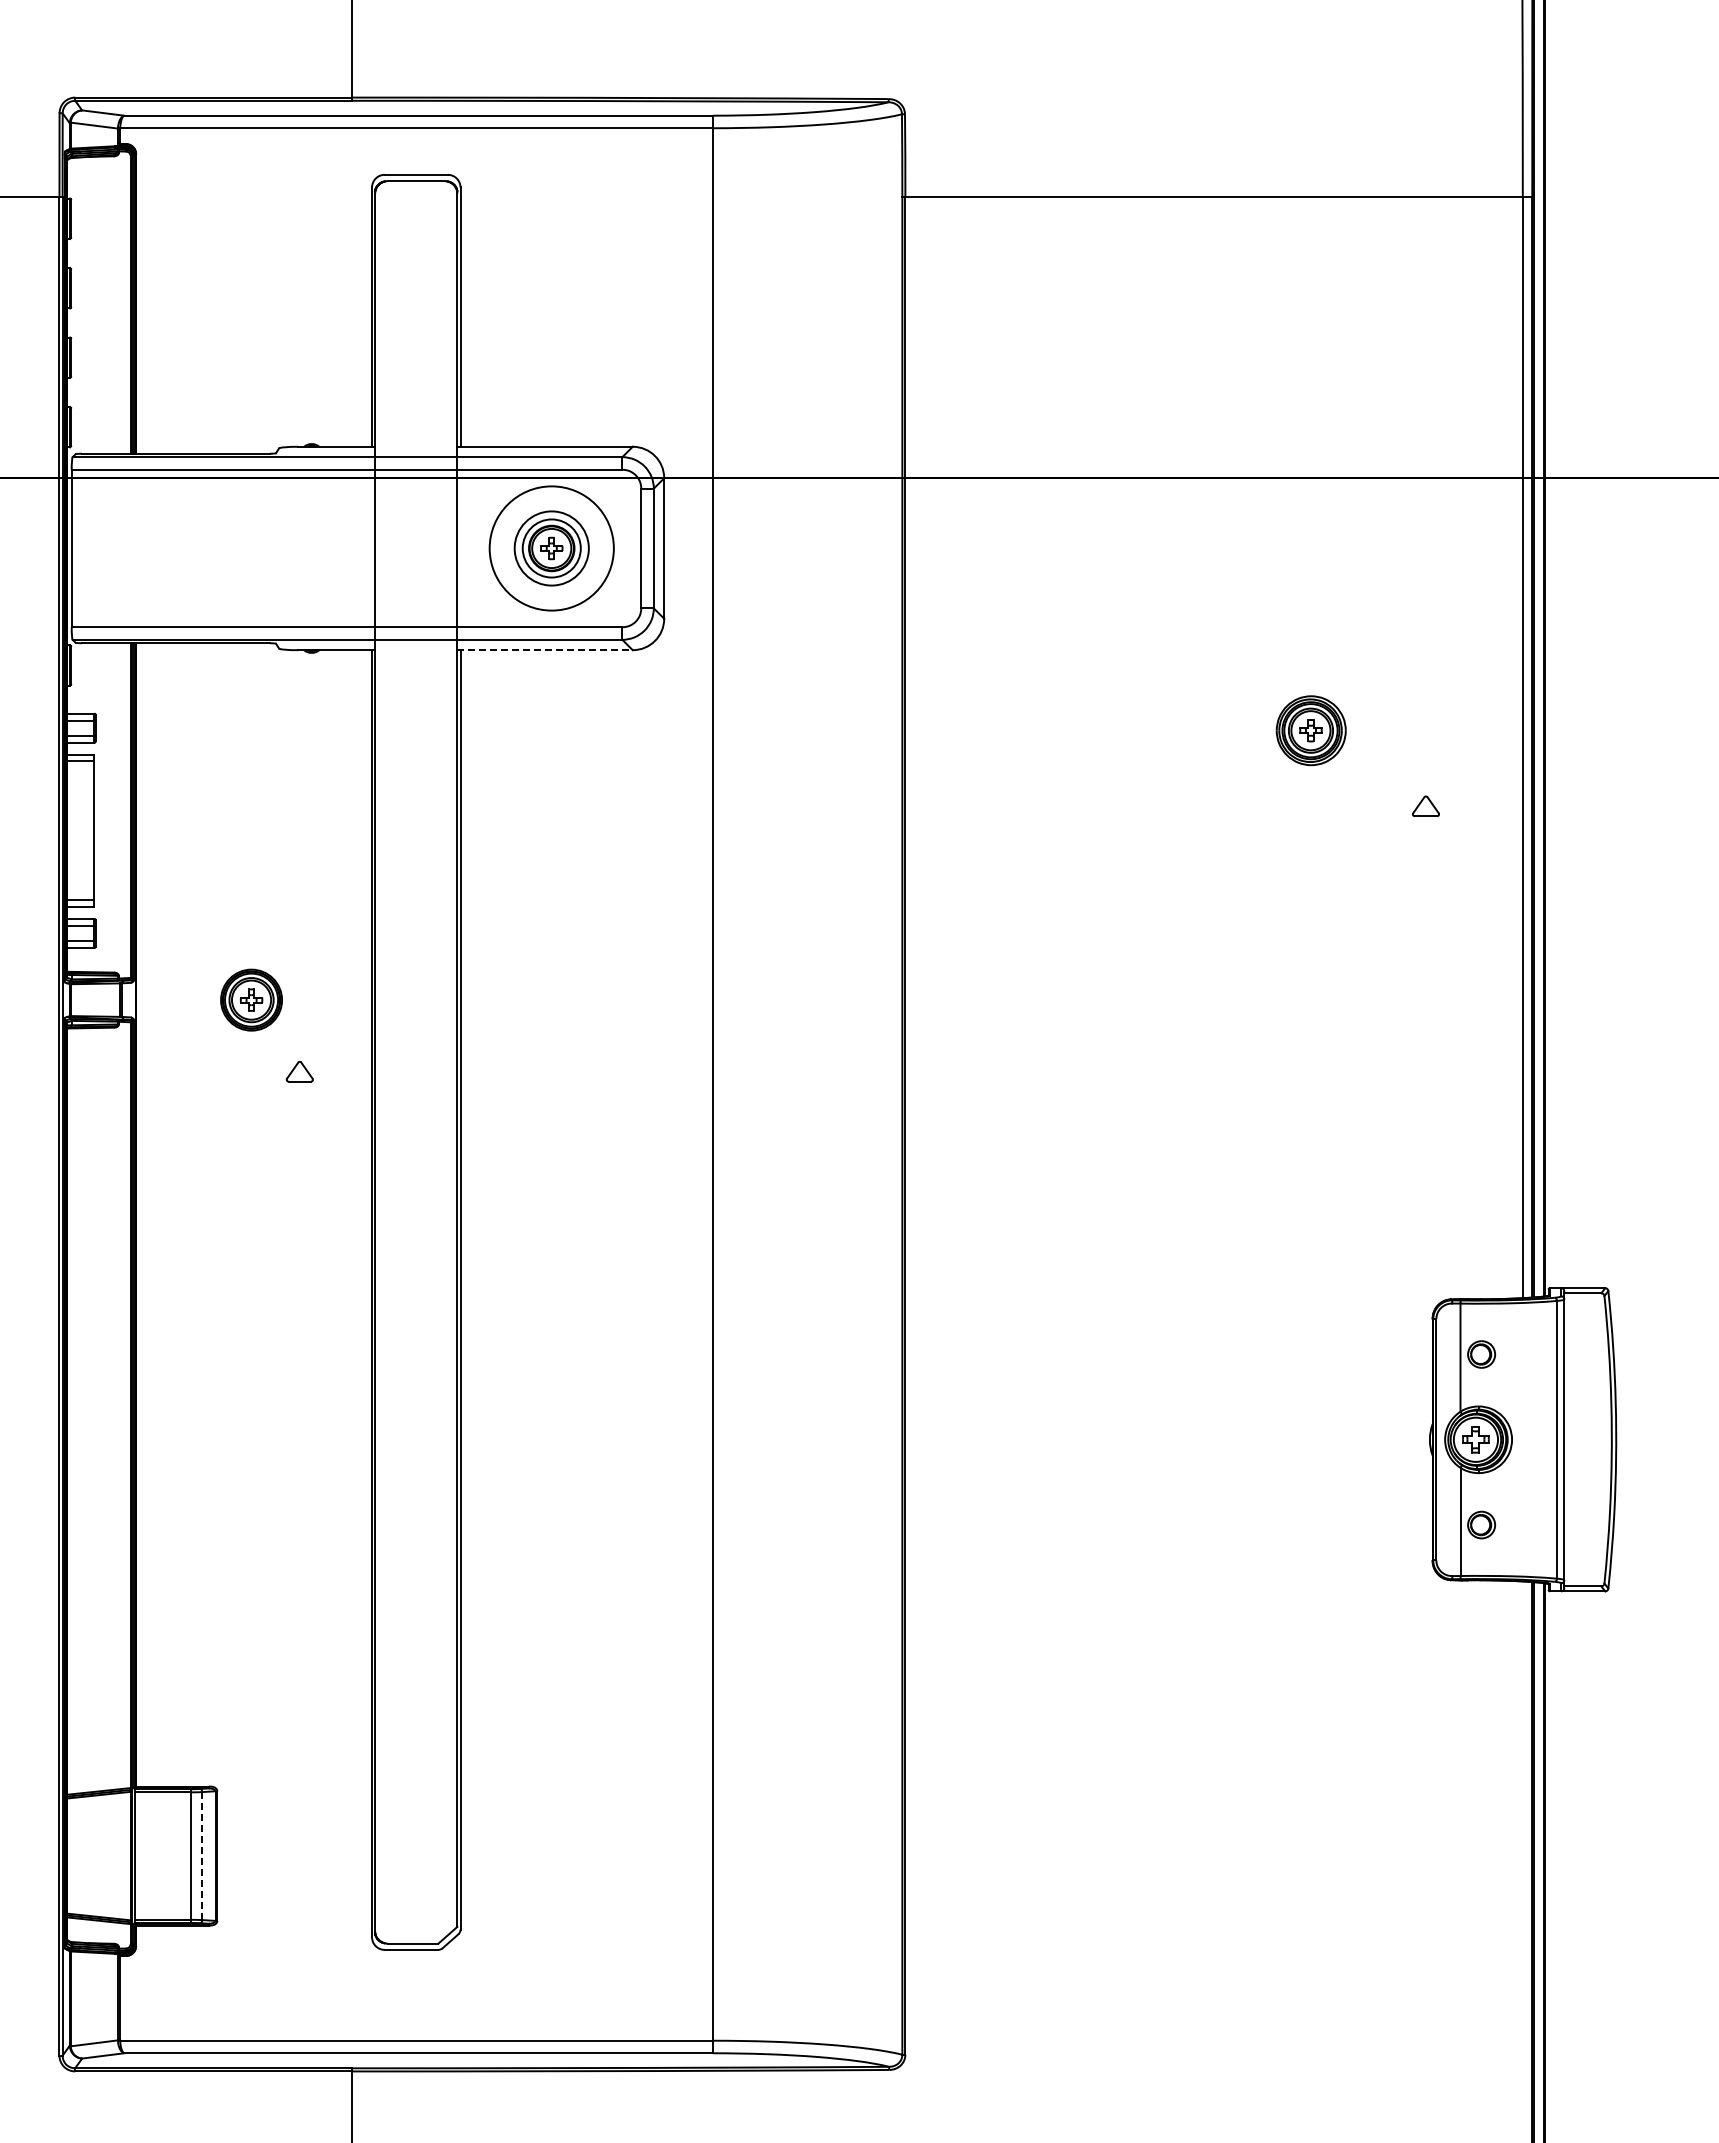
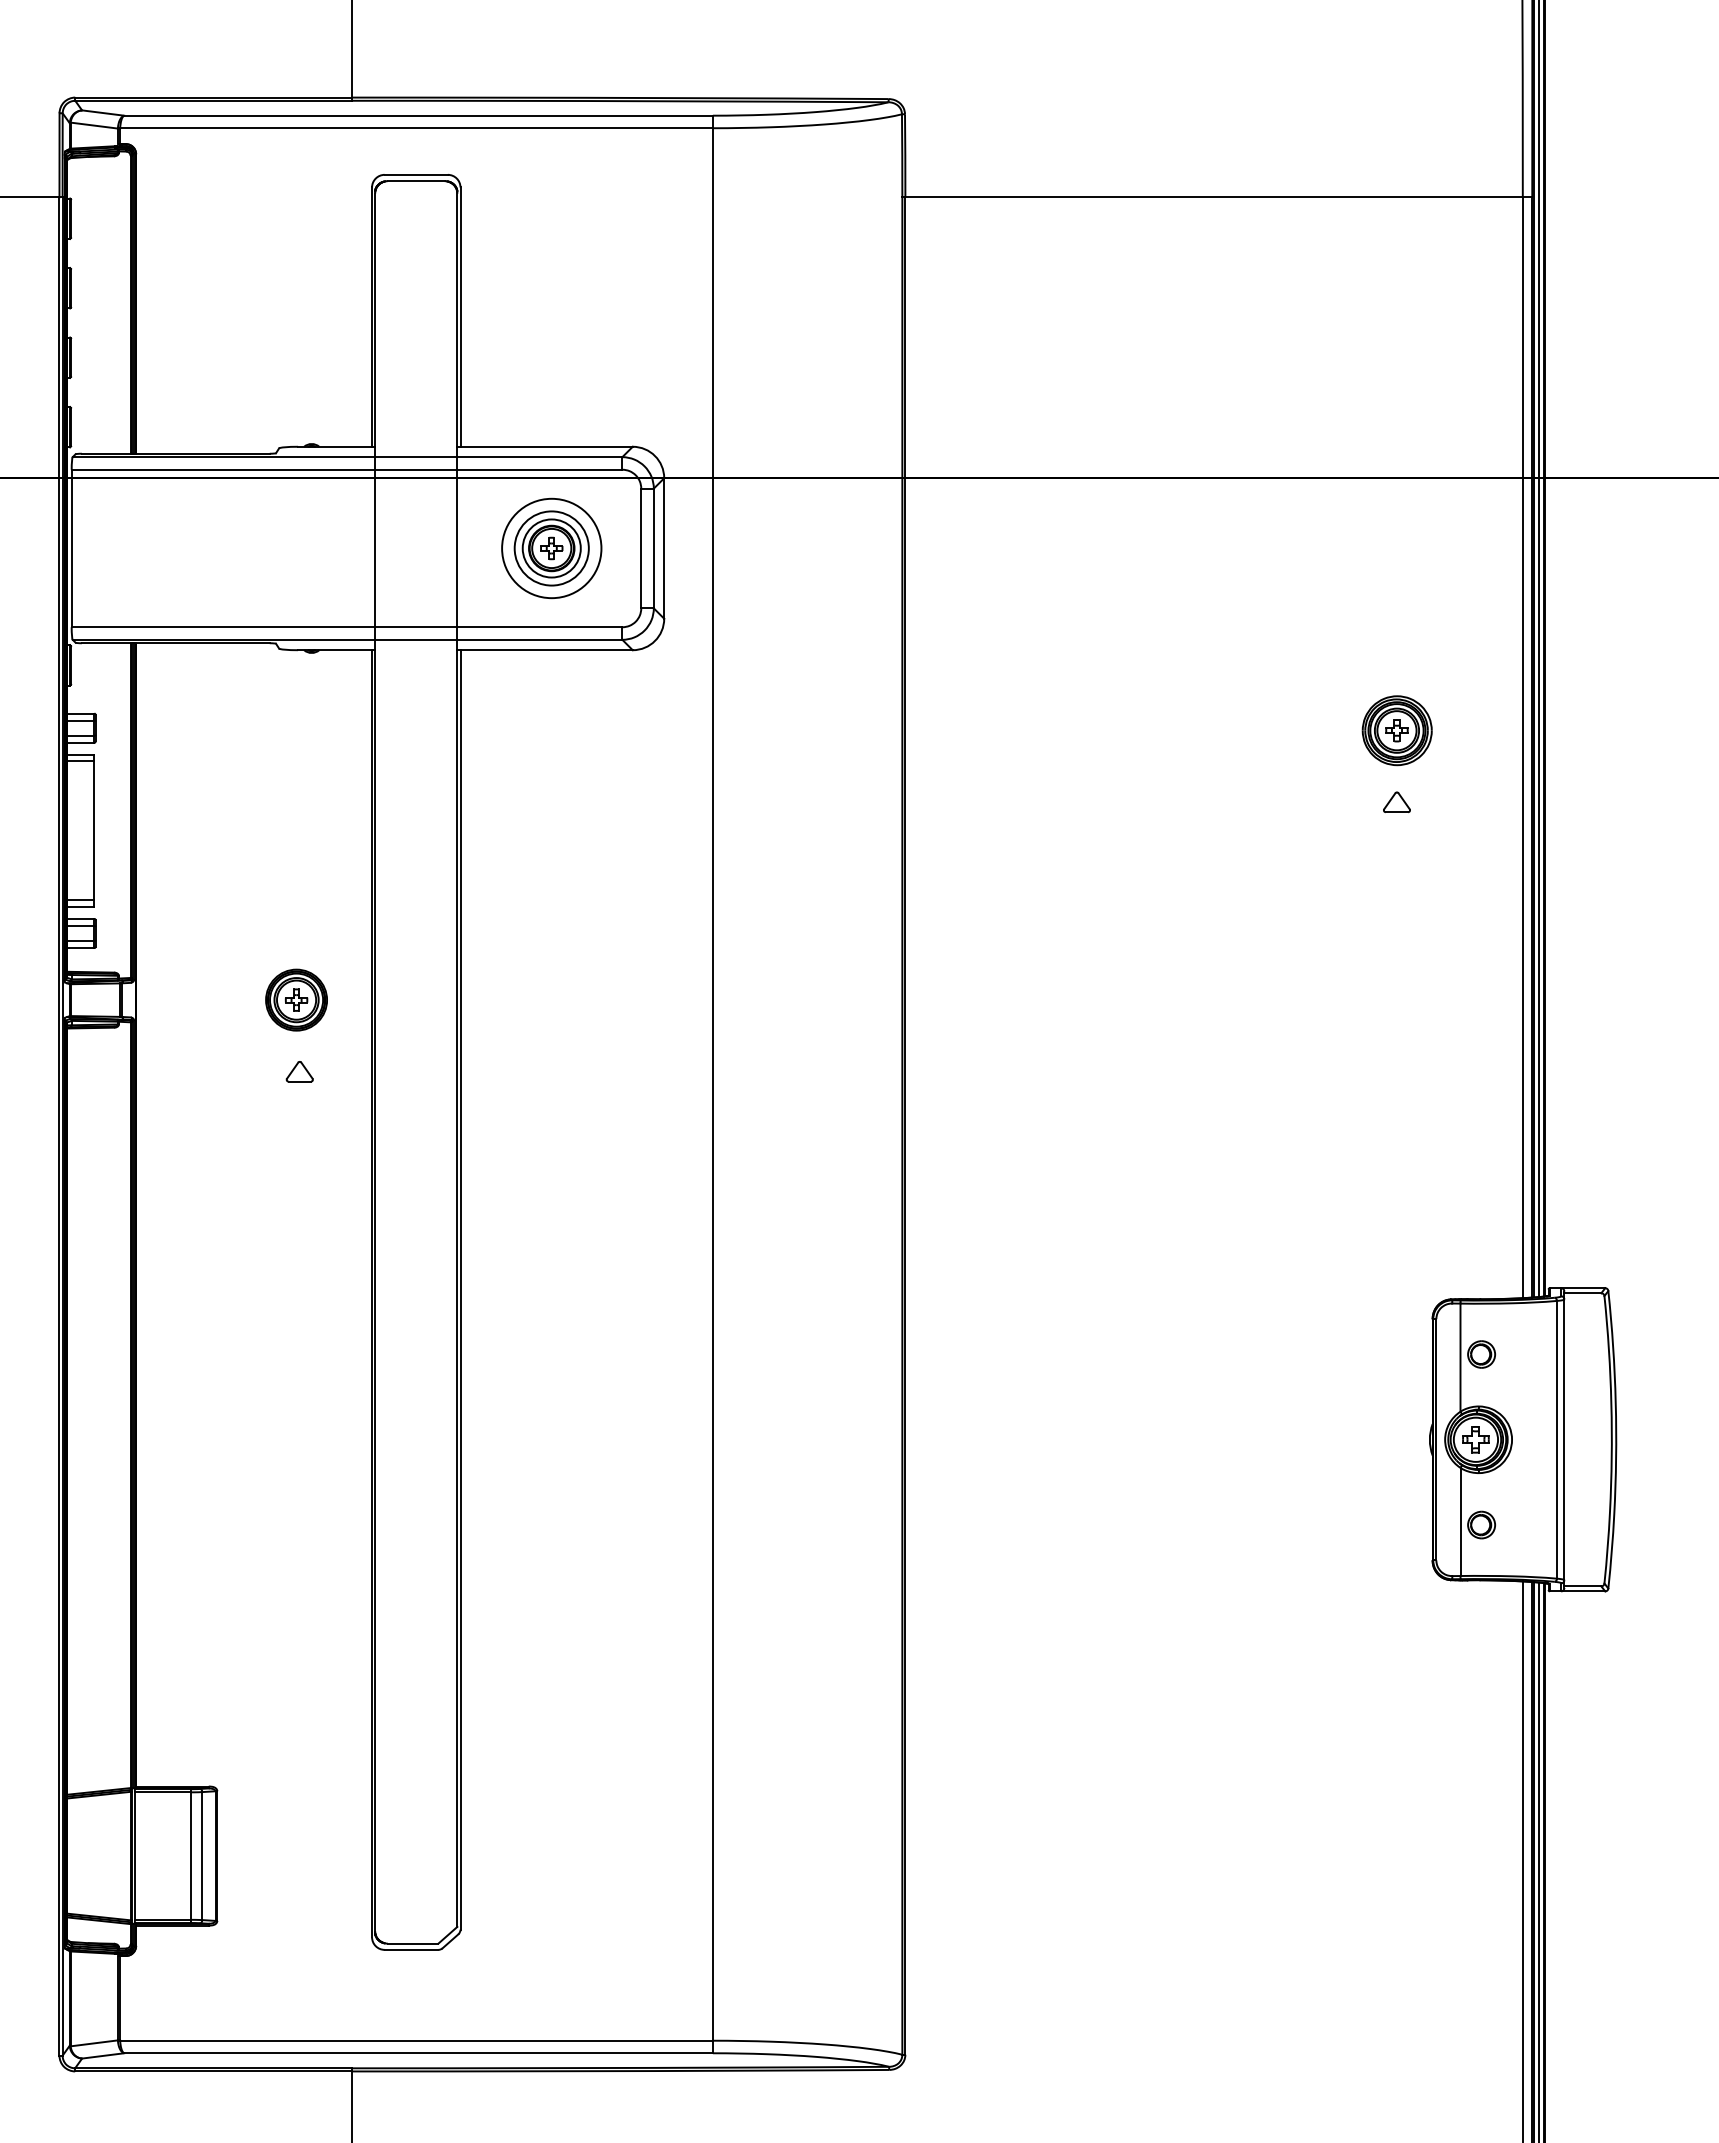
circle at (551, 548) diameter: 124 px -> 99 px
line at (1539, 649): none -> present
line at (545, 650): dashed -> solid
part at (1310, 730) position: (1310, 730) -> (1396, 730)
part at (1425, 805) position: (1425, 805) -> (1396, 801)
part at (251, 999) position: (251, 999) -> (296, 999)
line at (202, 1856): dashed -> solid
line at (1522, 1860): none -> present
line at (1539, 1860): none -> present
